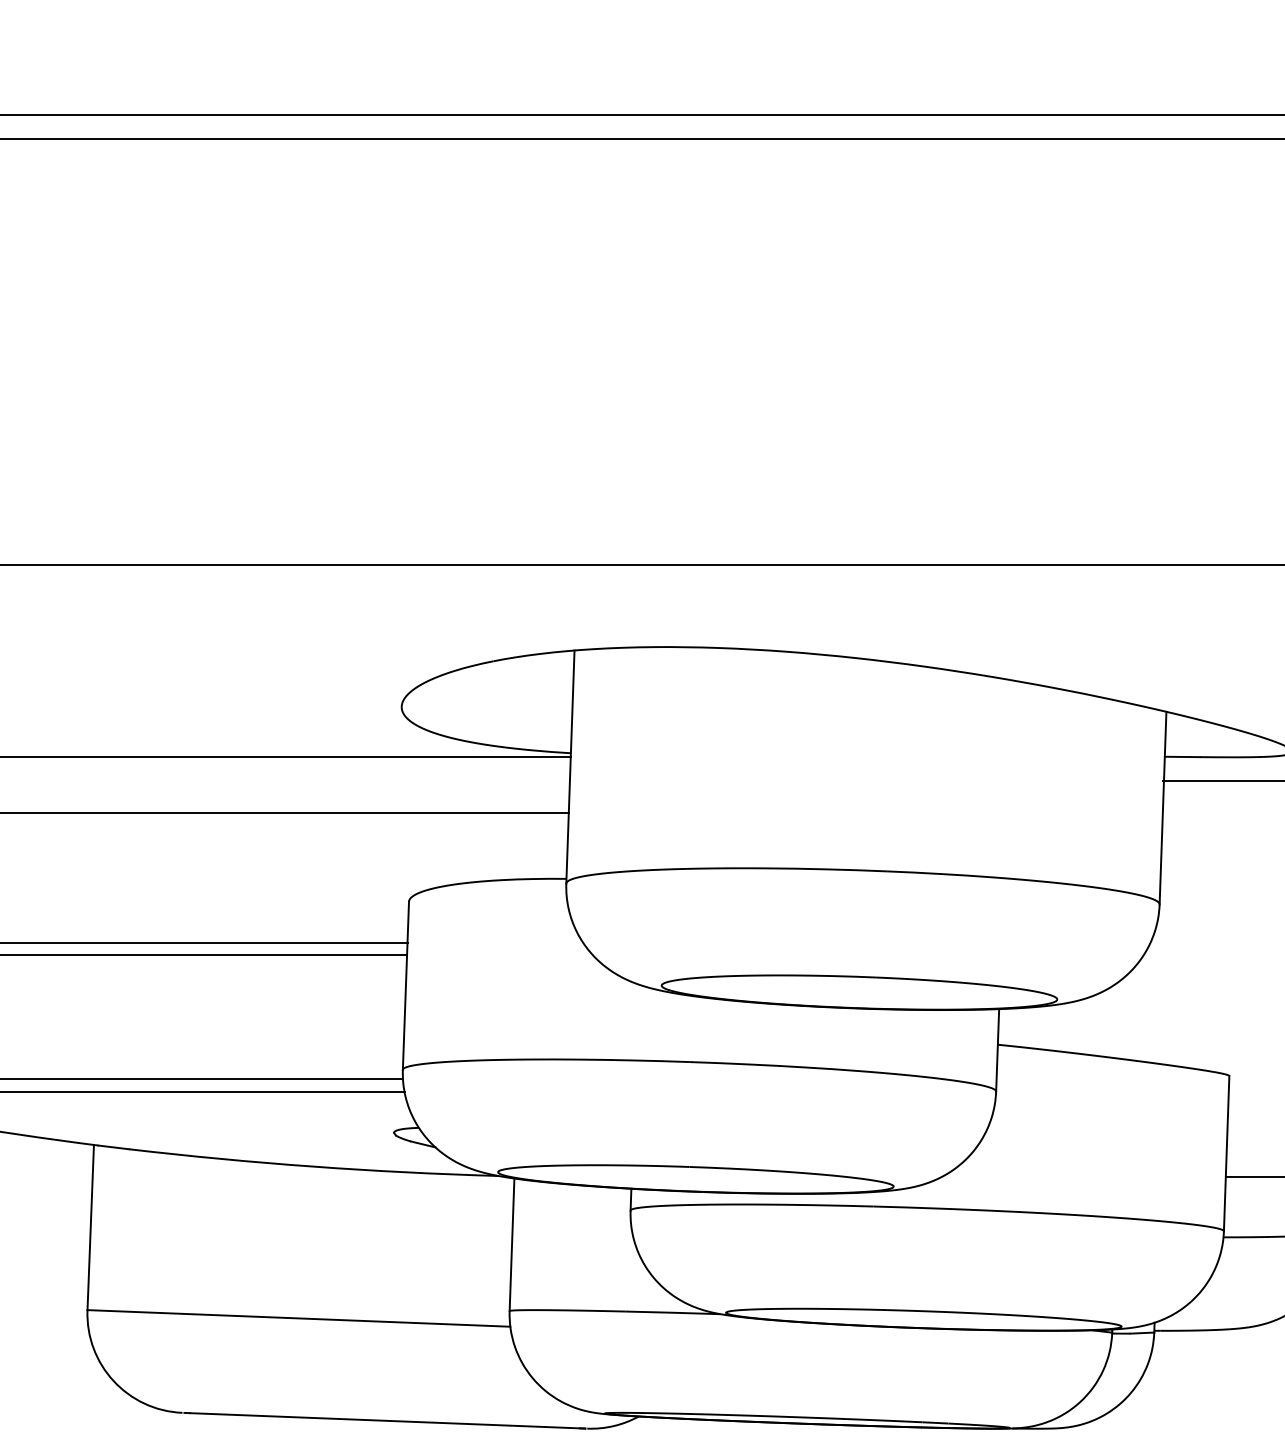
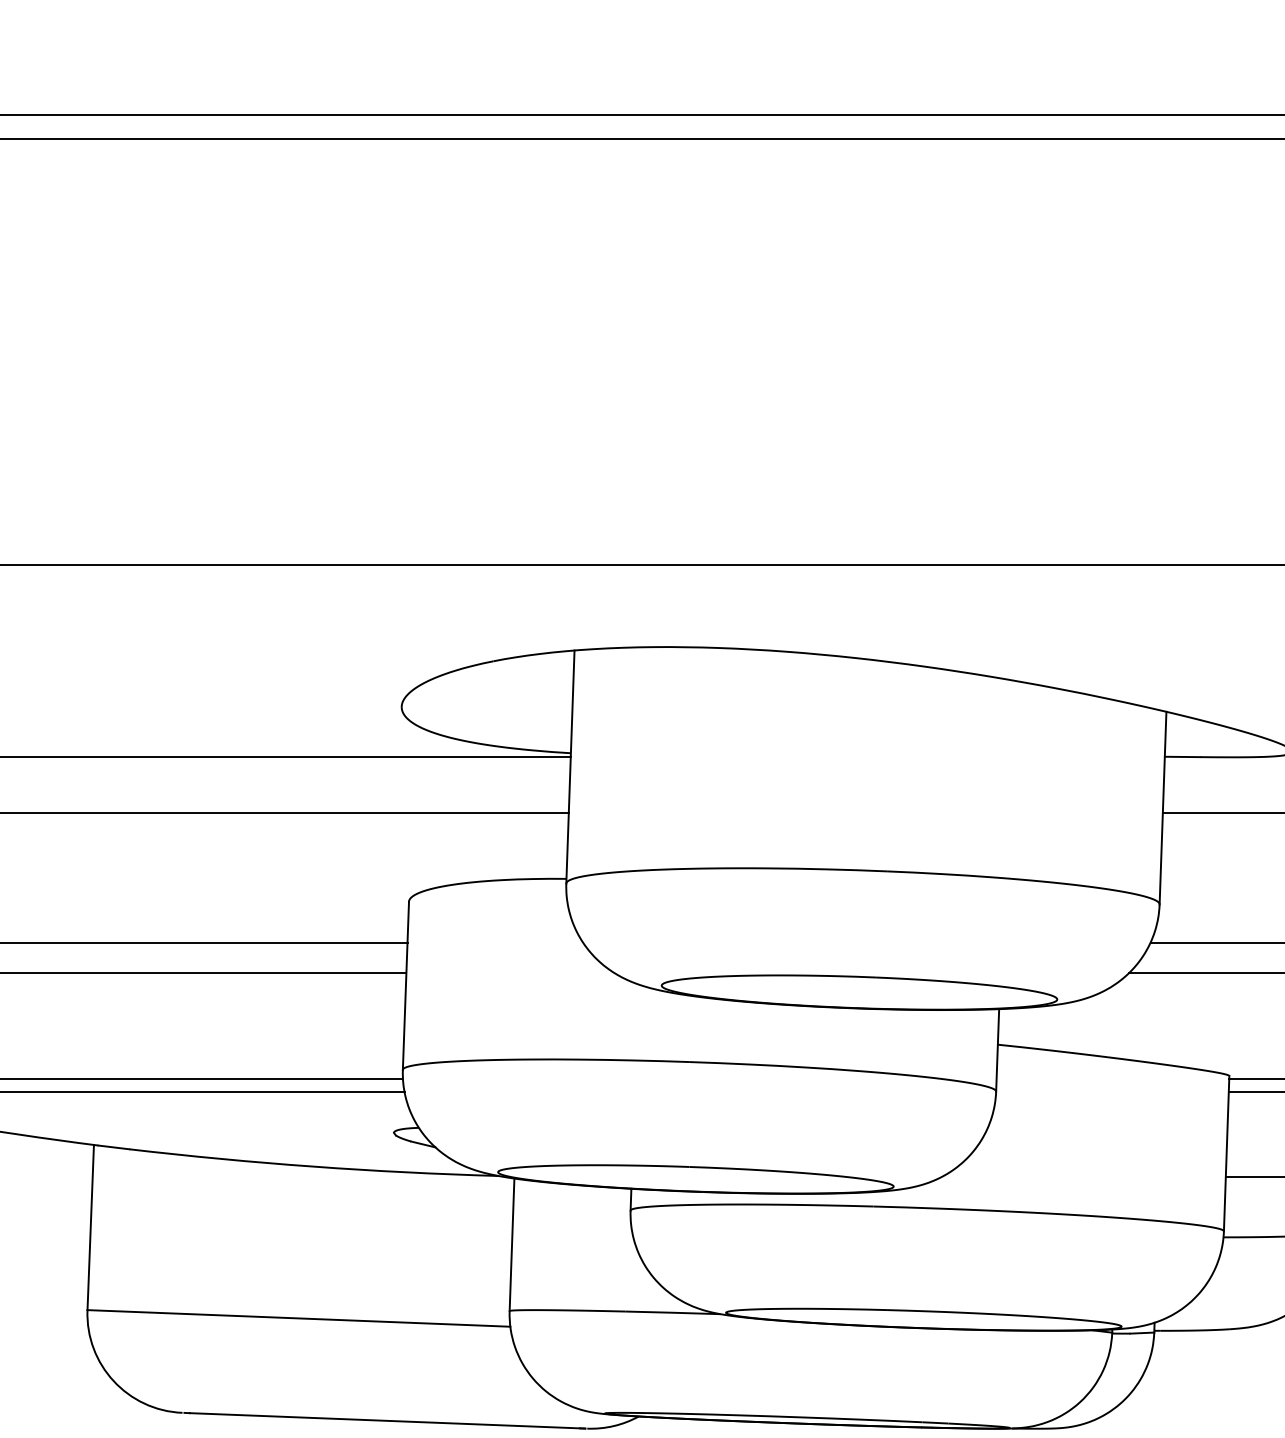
line at (1221, 780) position: (1221, 780) -> (1221, 812)
line at (1215, 942): none -> present
line at (204, 955) position: (204, 955) -> (204, 973)
line at (1204, 973): none -> present
line at (1255, 1078): none -> present
line at (1254, 1092): none -> present
